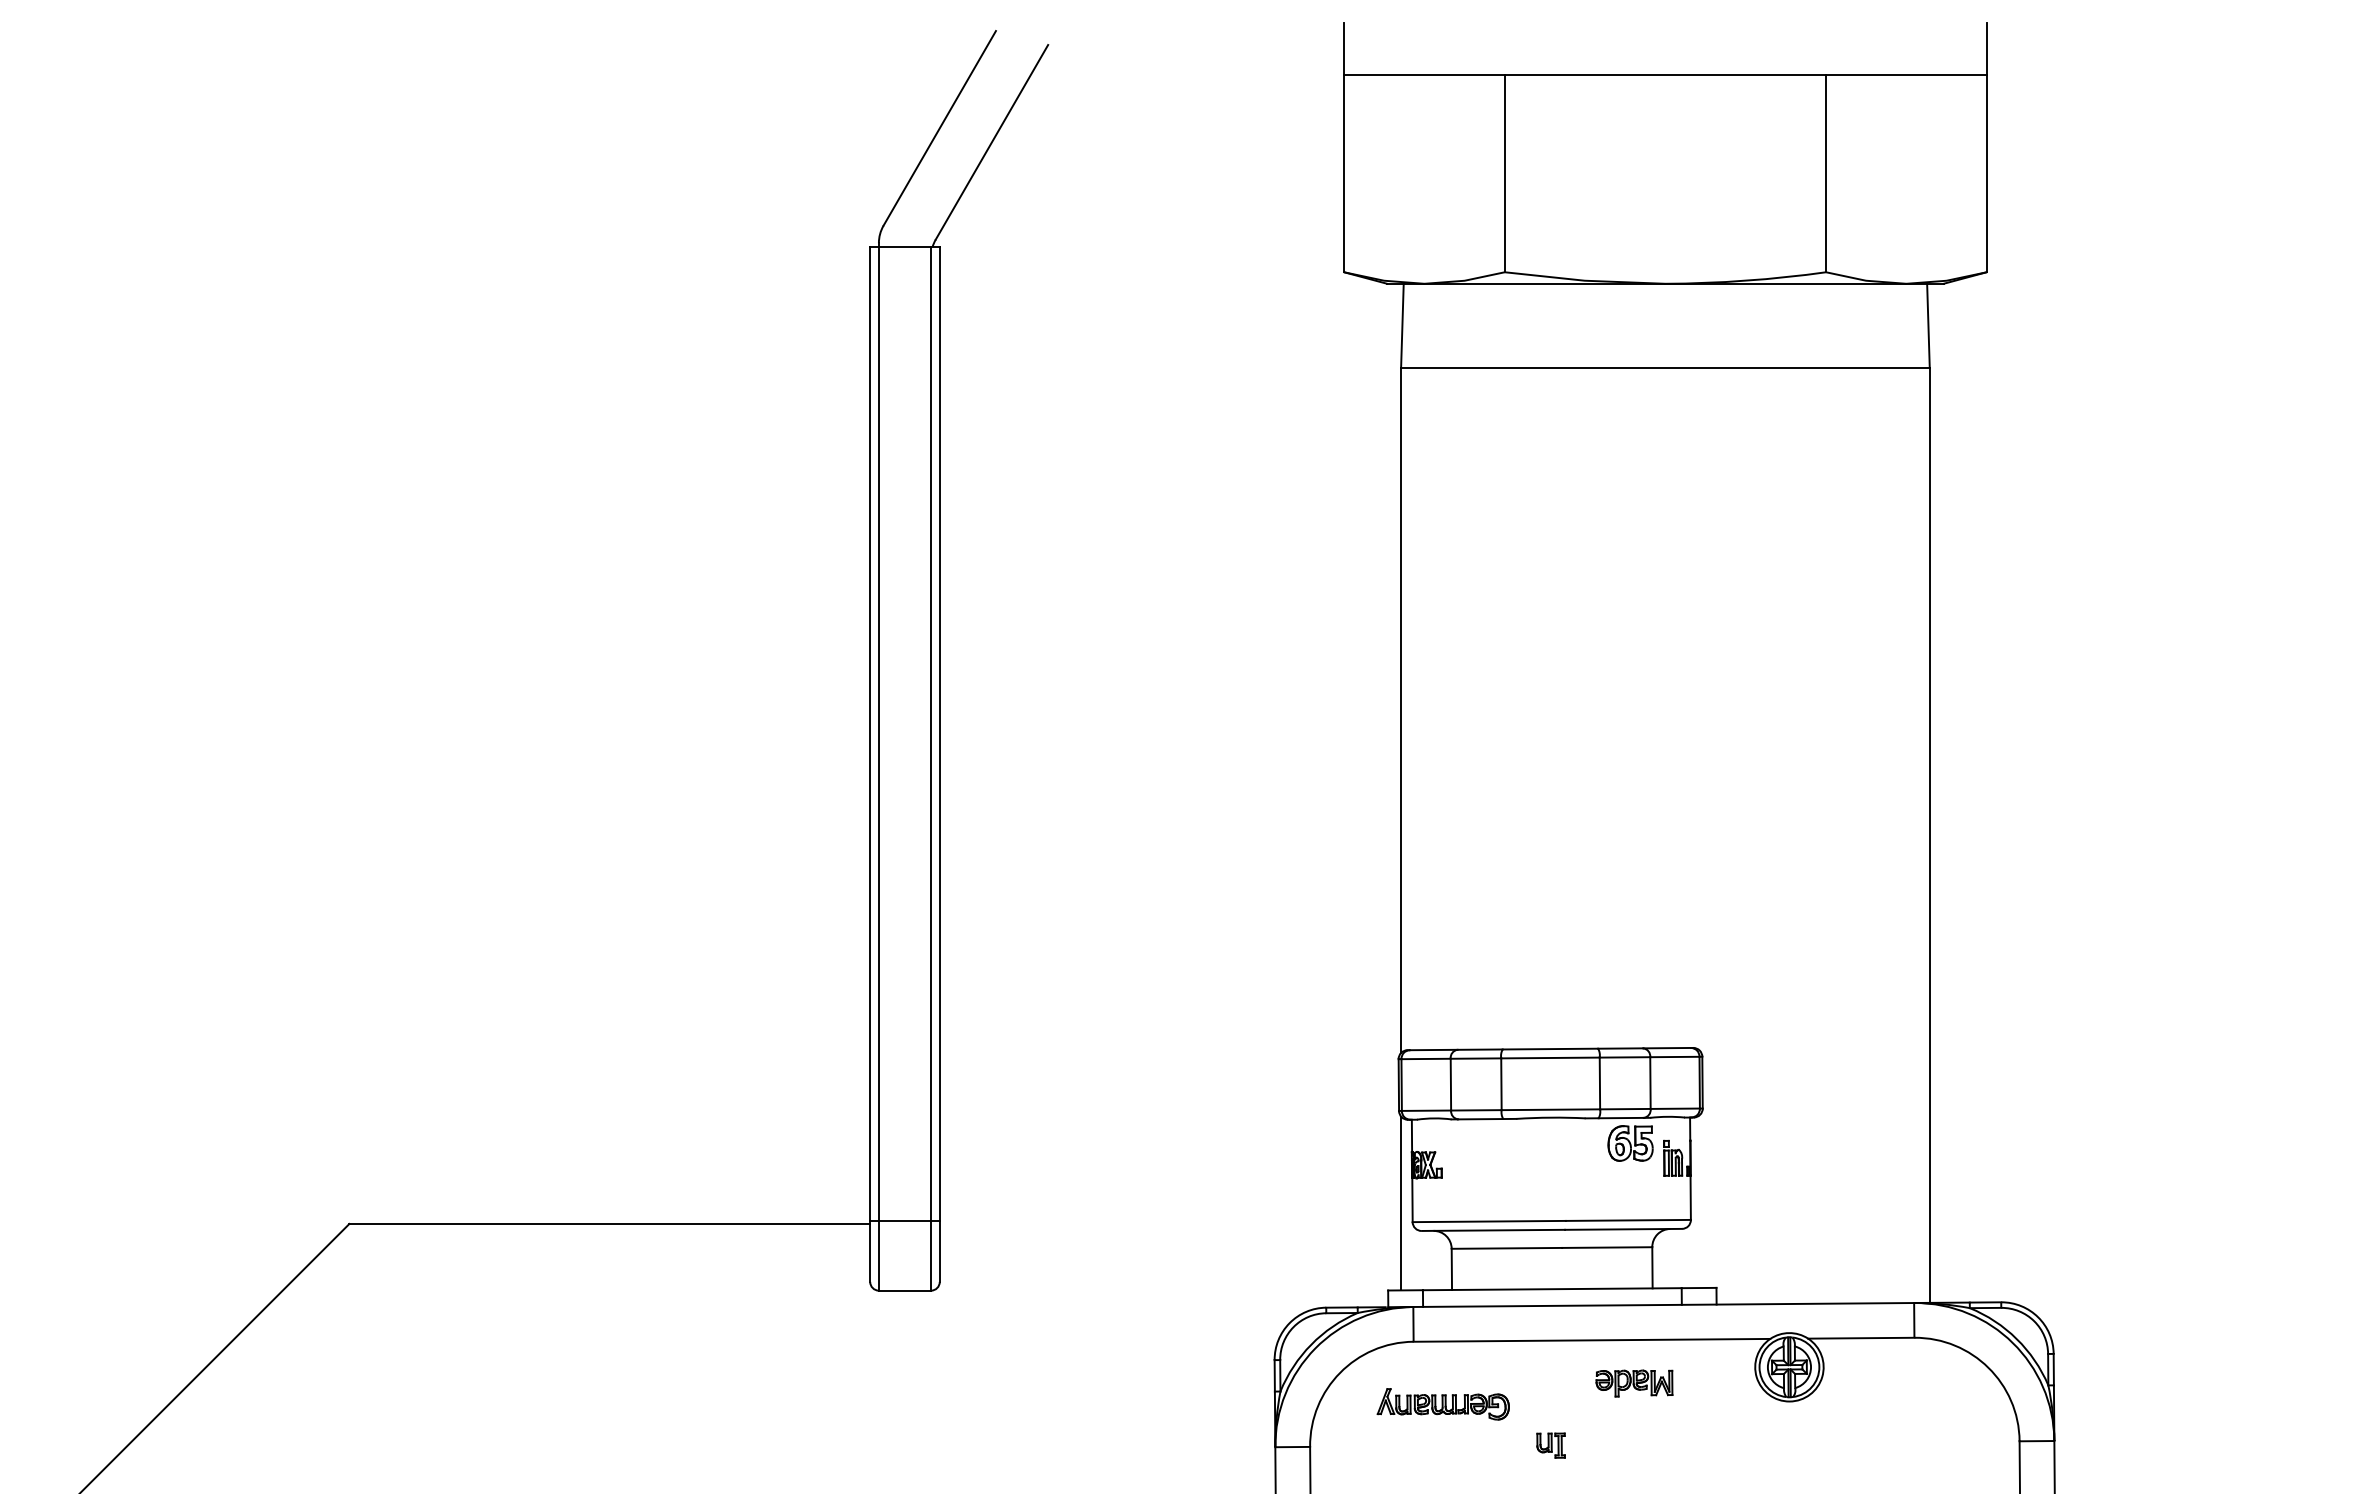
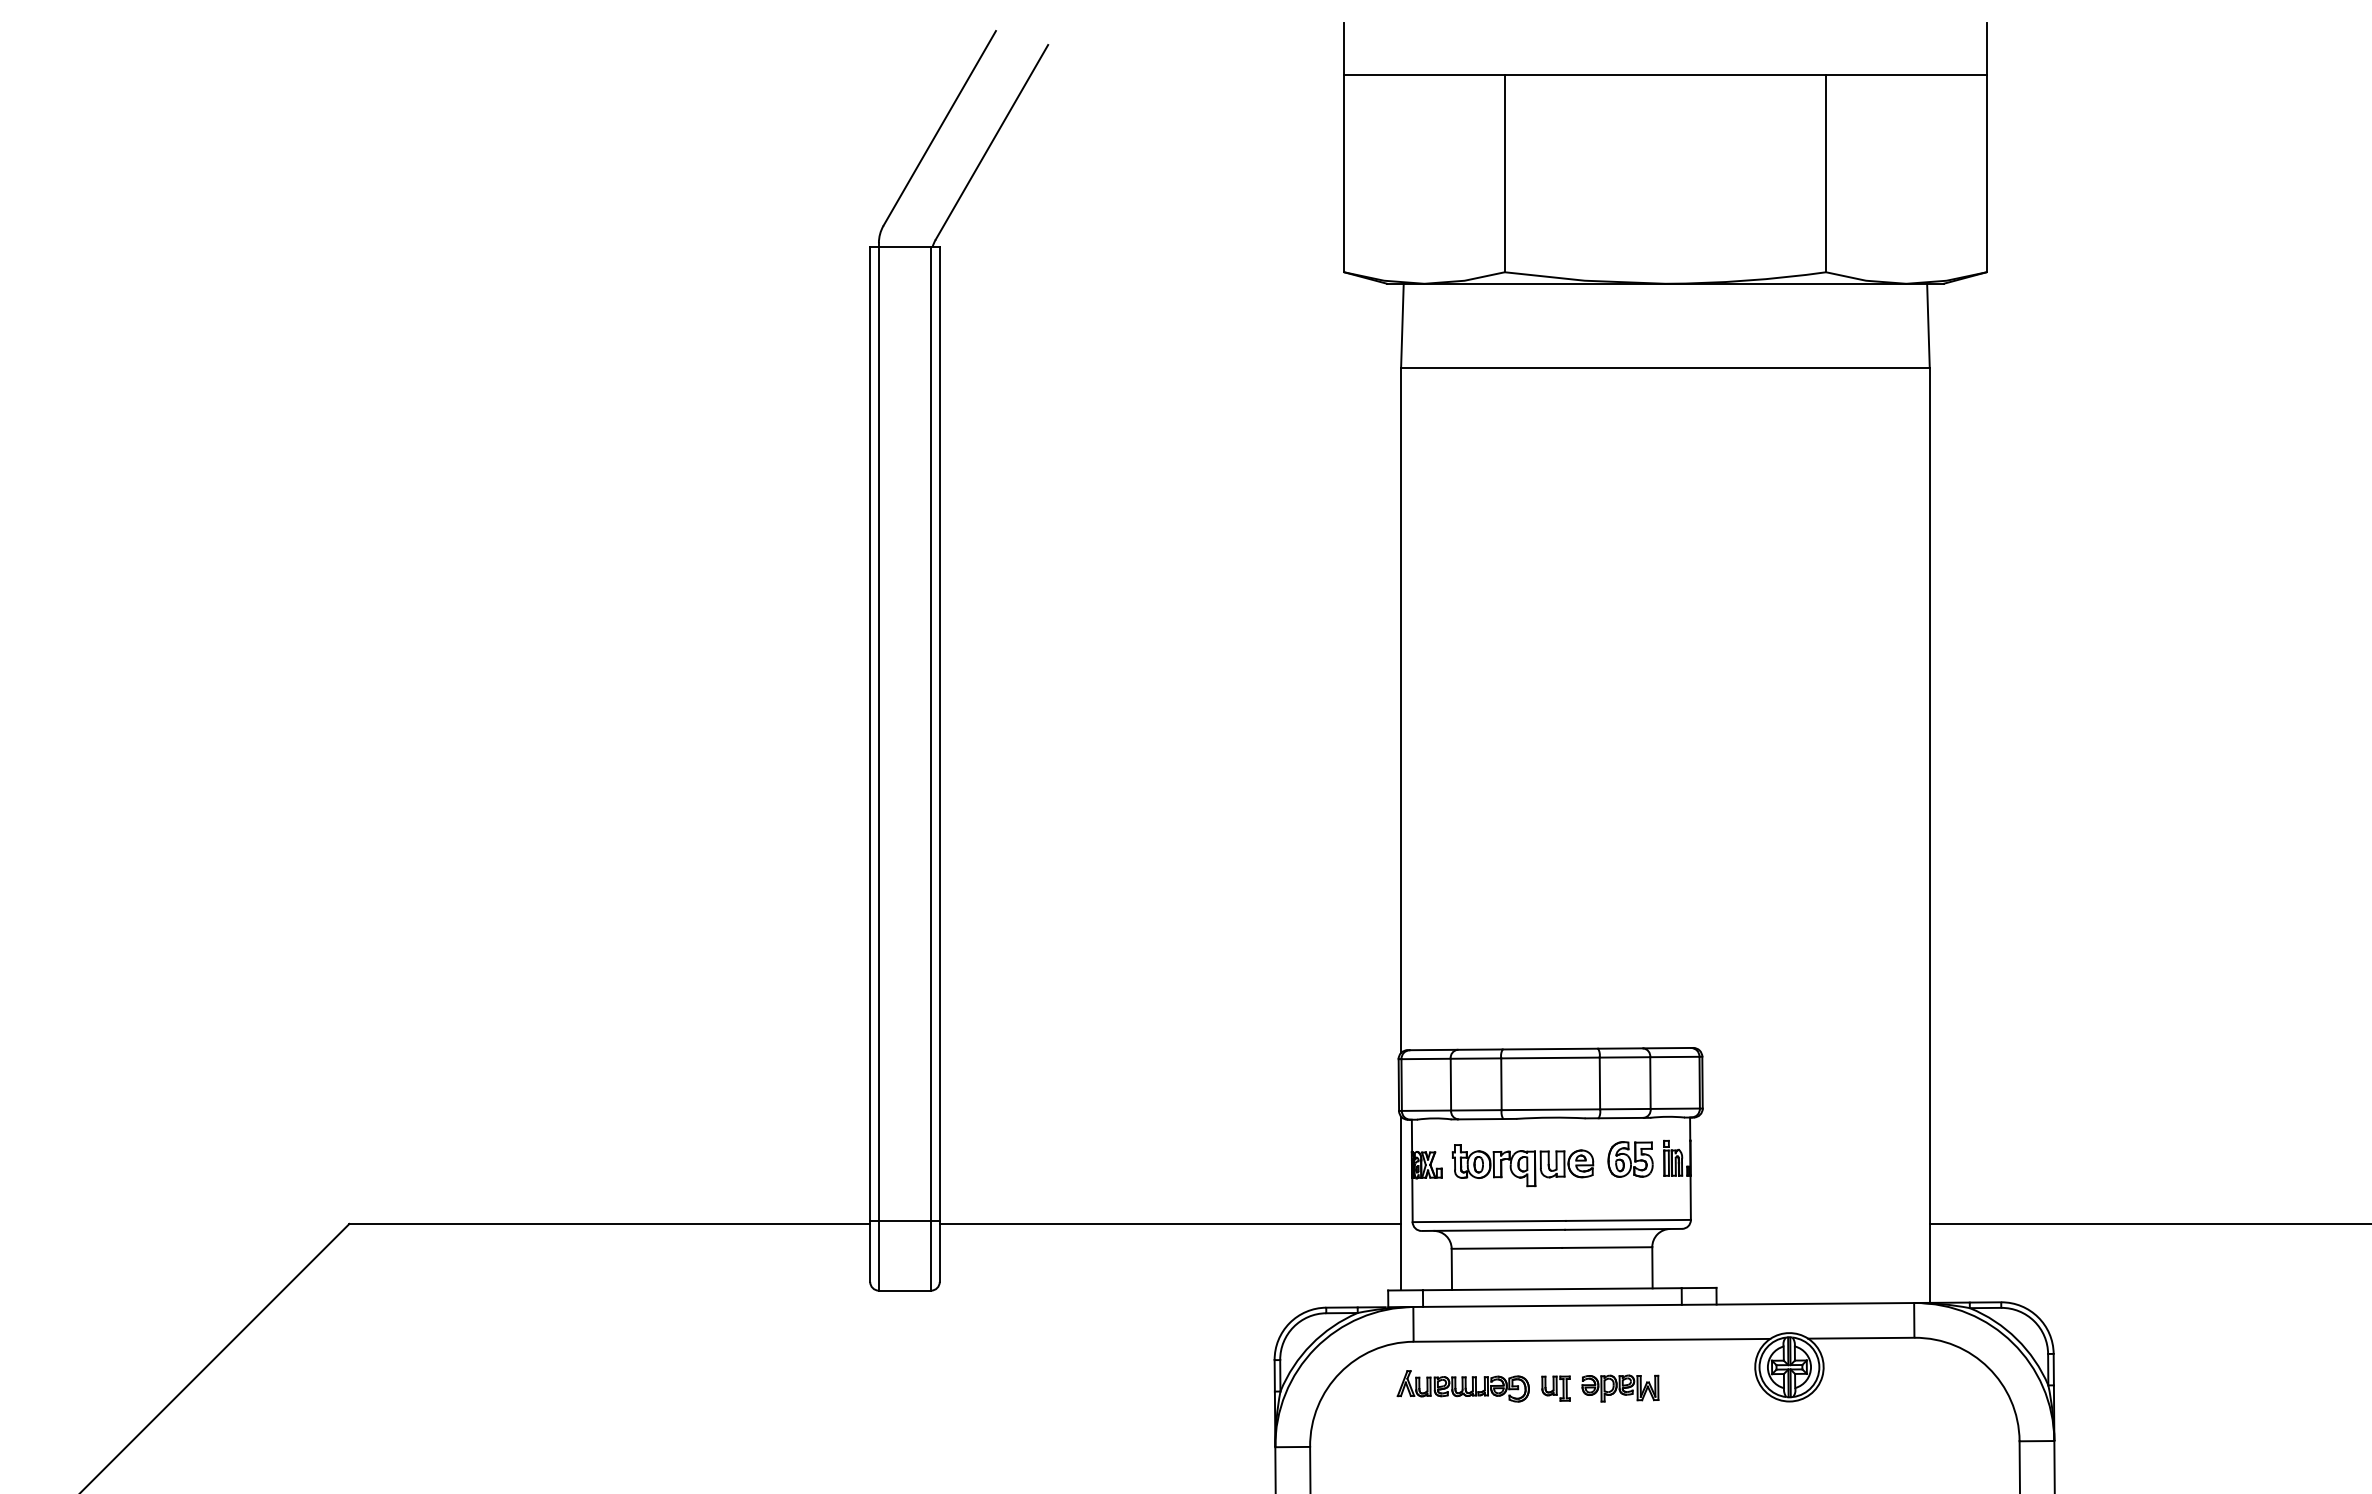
part at (1630, 1143) position: (1630, 1143) -> (1630, 1159)
part at (1522, 1165): none -> present
line at (1170, 1223): none -> present
line at (2148, 1223): none -> present
part at (1634, 1383) position: (1634, 1383) -> (1620, 1388)
part at (1442, 1404) position: (1442, 1404) -> (1462, 1386)
part at (1550, 1445) position: (1550, 1445) -> (1555, 1388)
